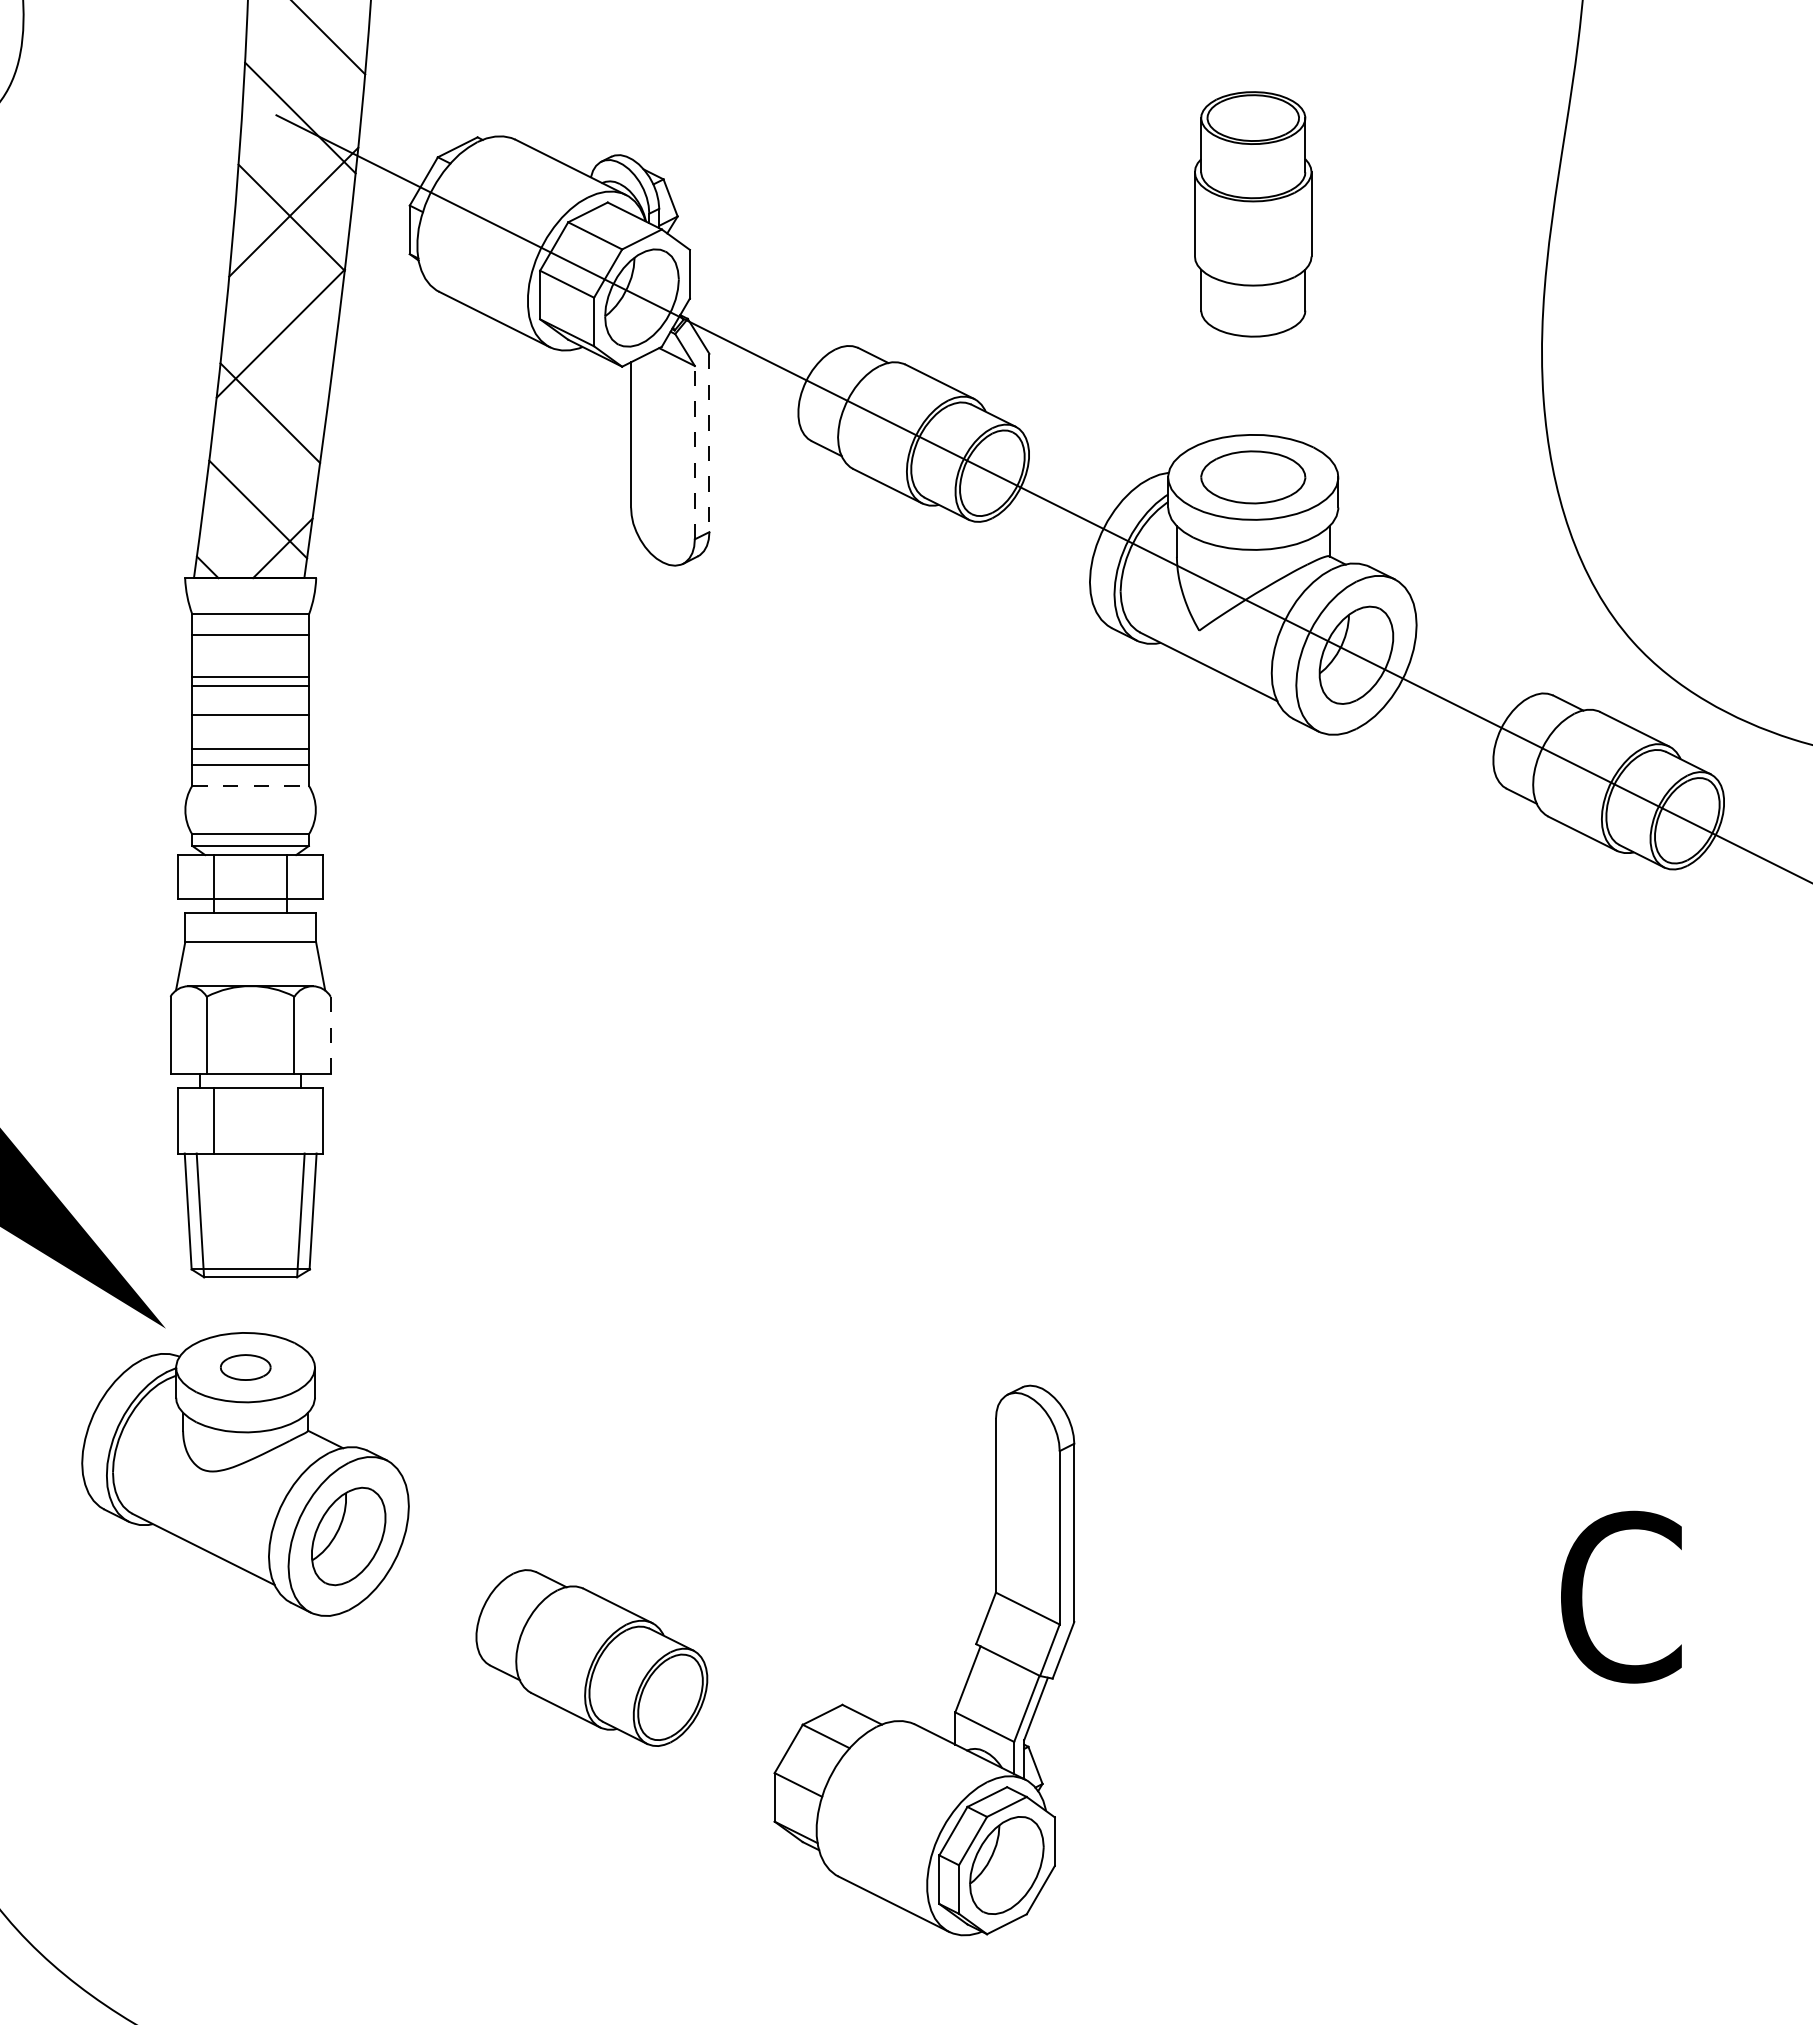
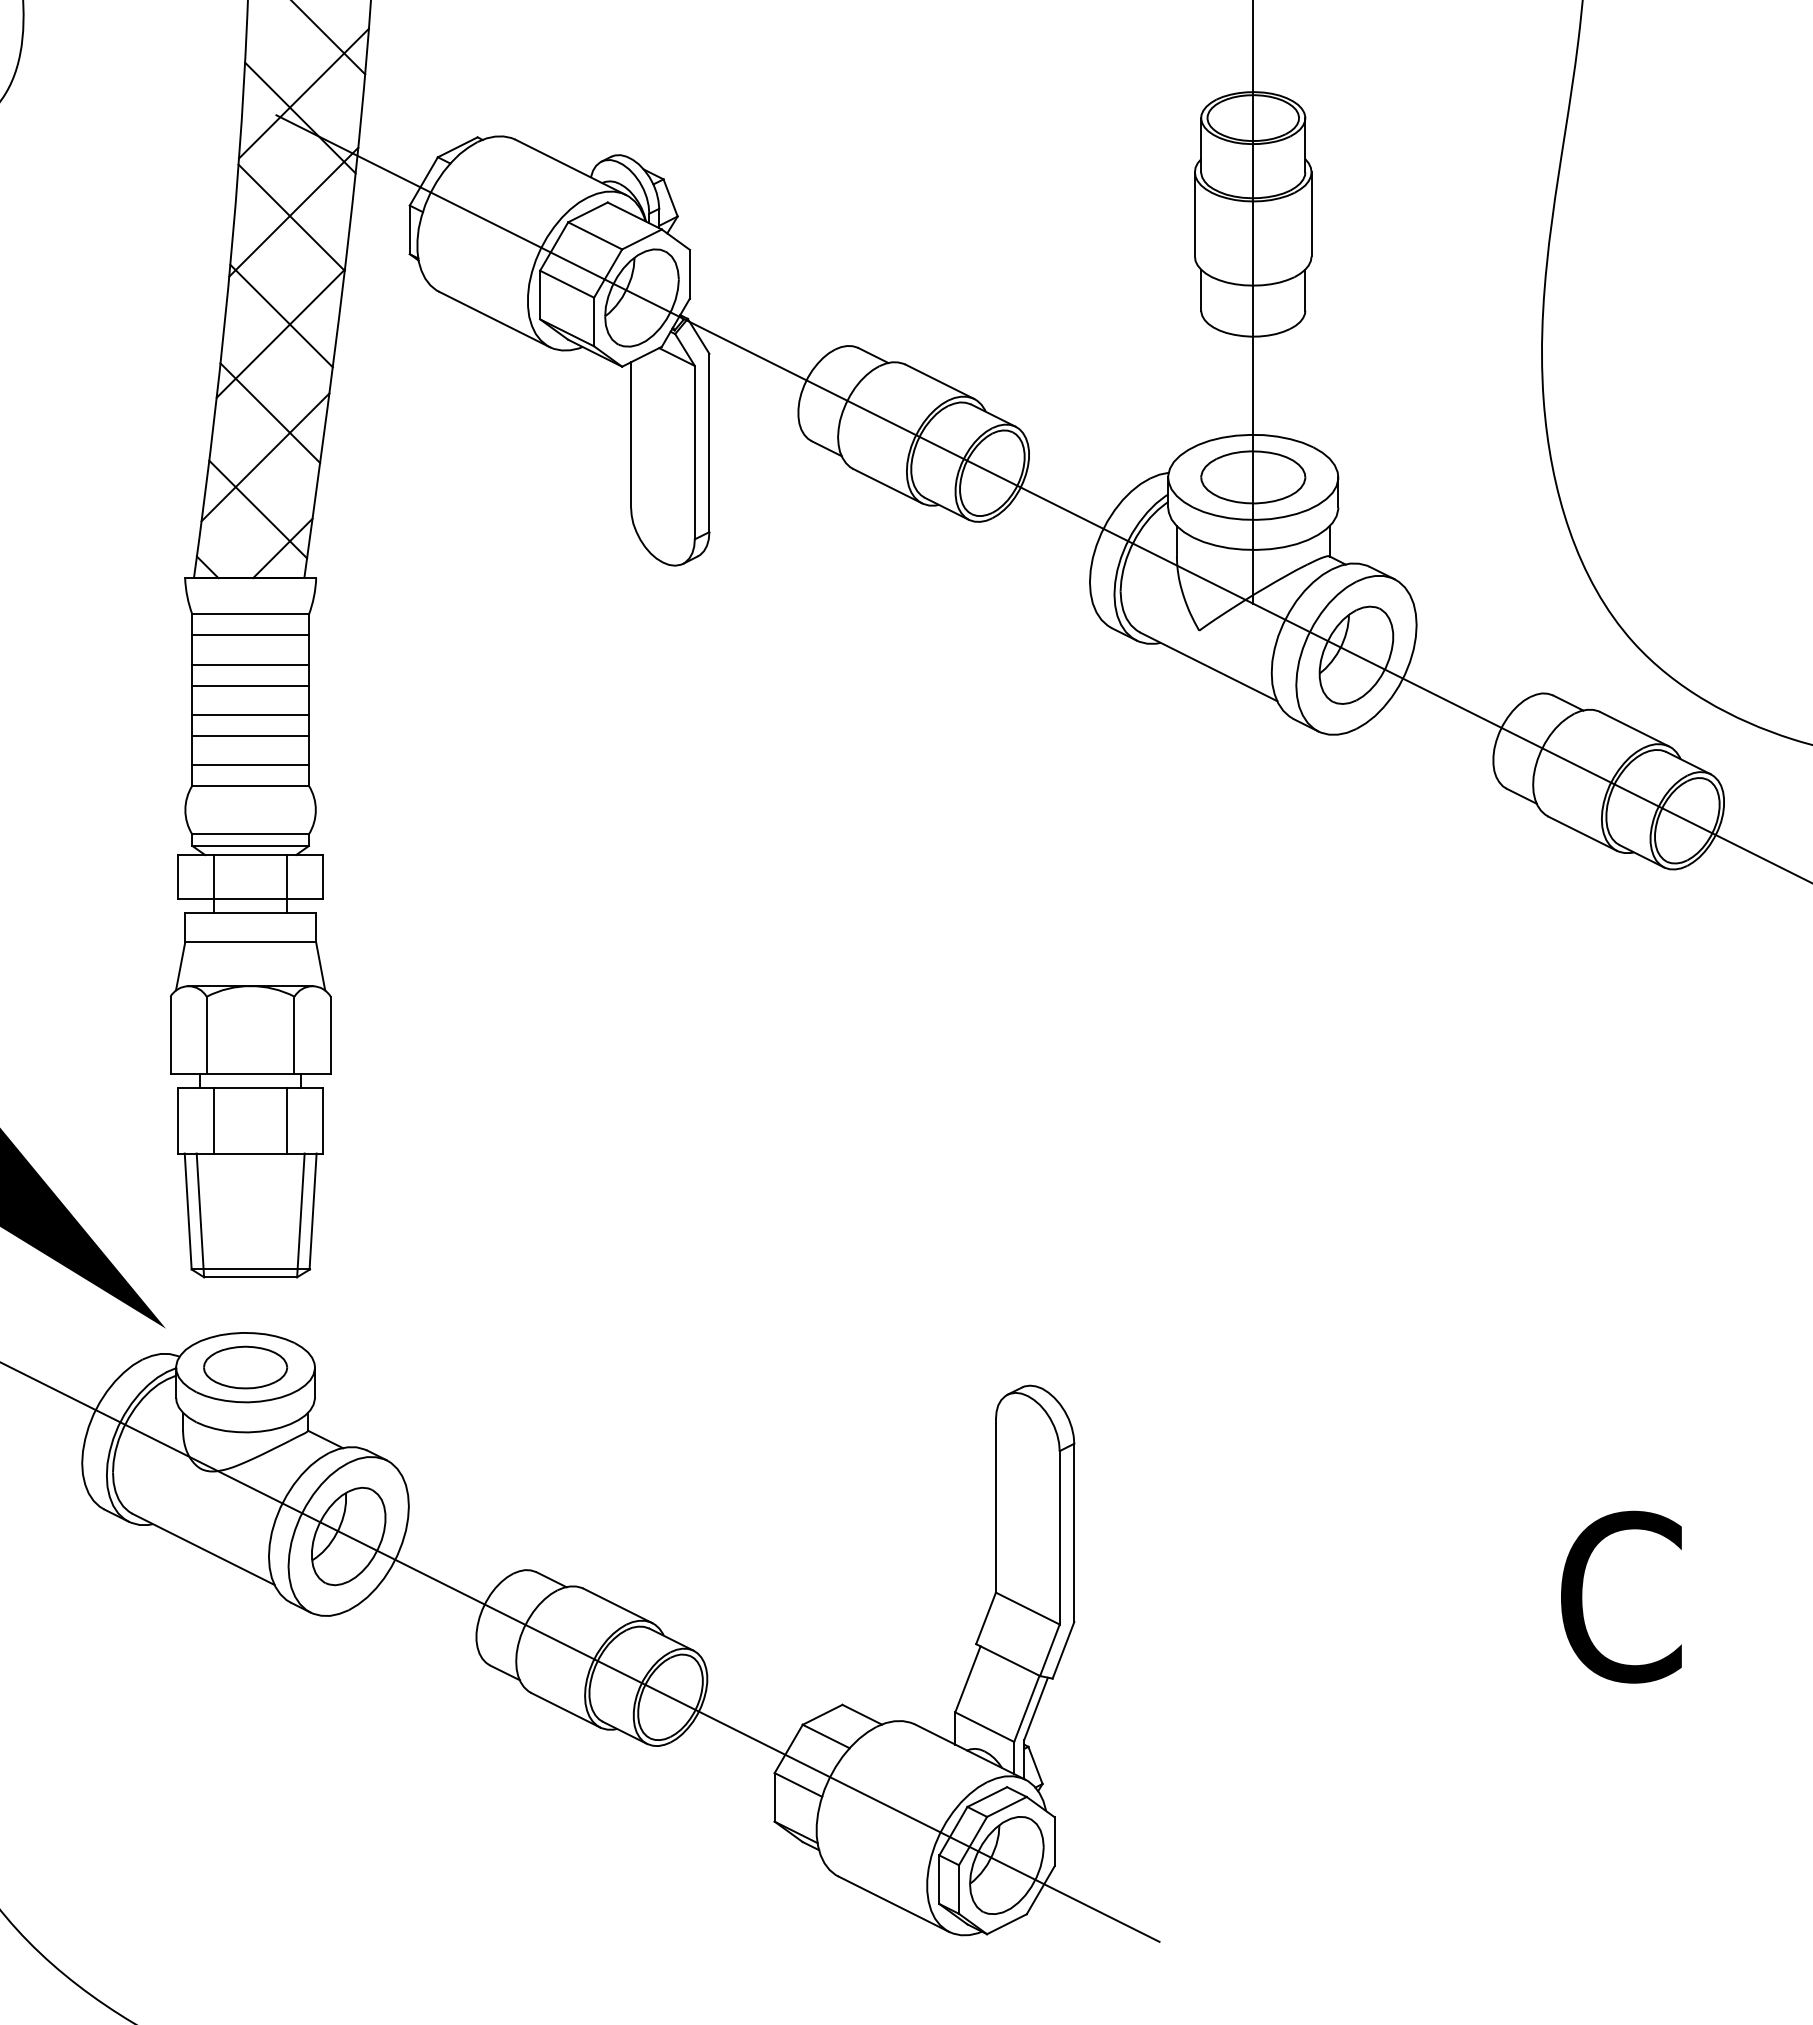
line at (303, 93): none -> present
line at (1253, 302): none -> present
line at (281, 315): none -> present
line at (709, 443): dashed -> solid
line at (694, 452): dashed -> solid
line at (265, 457): none -> present
line at (250, 676) position: (250, 676) -> (250, 664)
line at (250, 748) position: (250, 748) -> (250, 735)
line at (251, 785): dashed -> solid
line at (330, 1034): dashed -> solid
line at (287, 1120): none -> present
part at (245, 1367) size: 52x27 px -> 86x45 px
line at (580, 1652): none -> present
